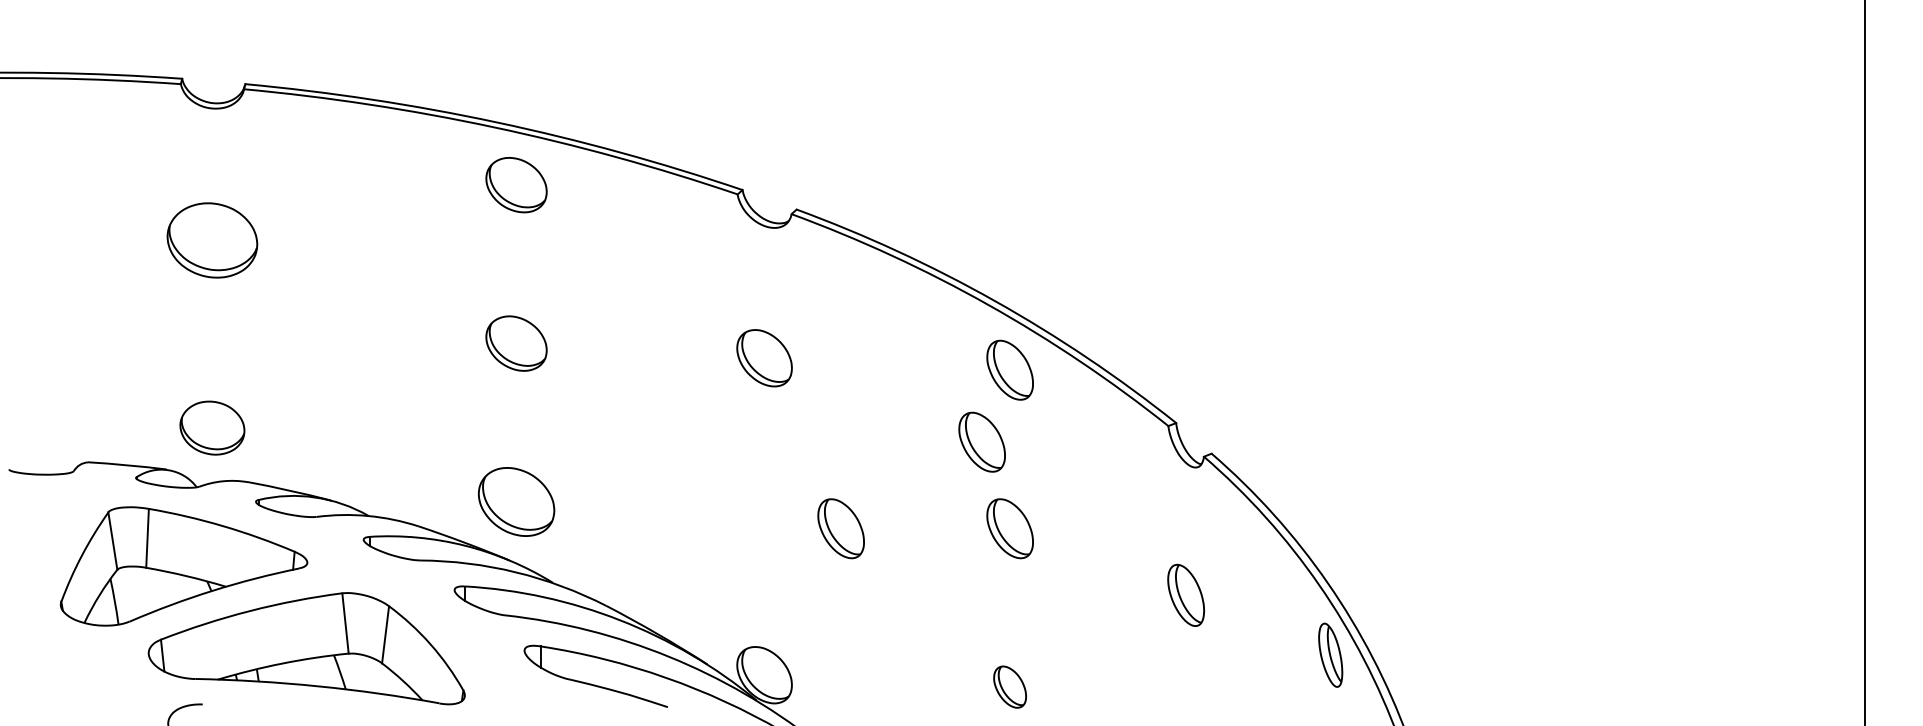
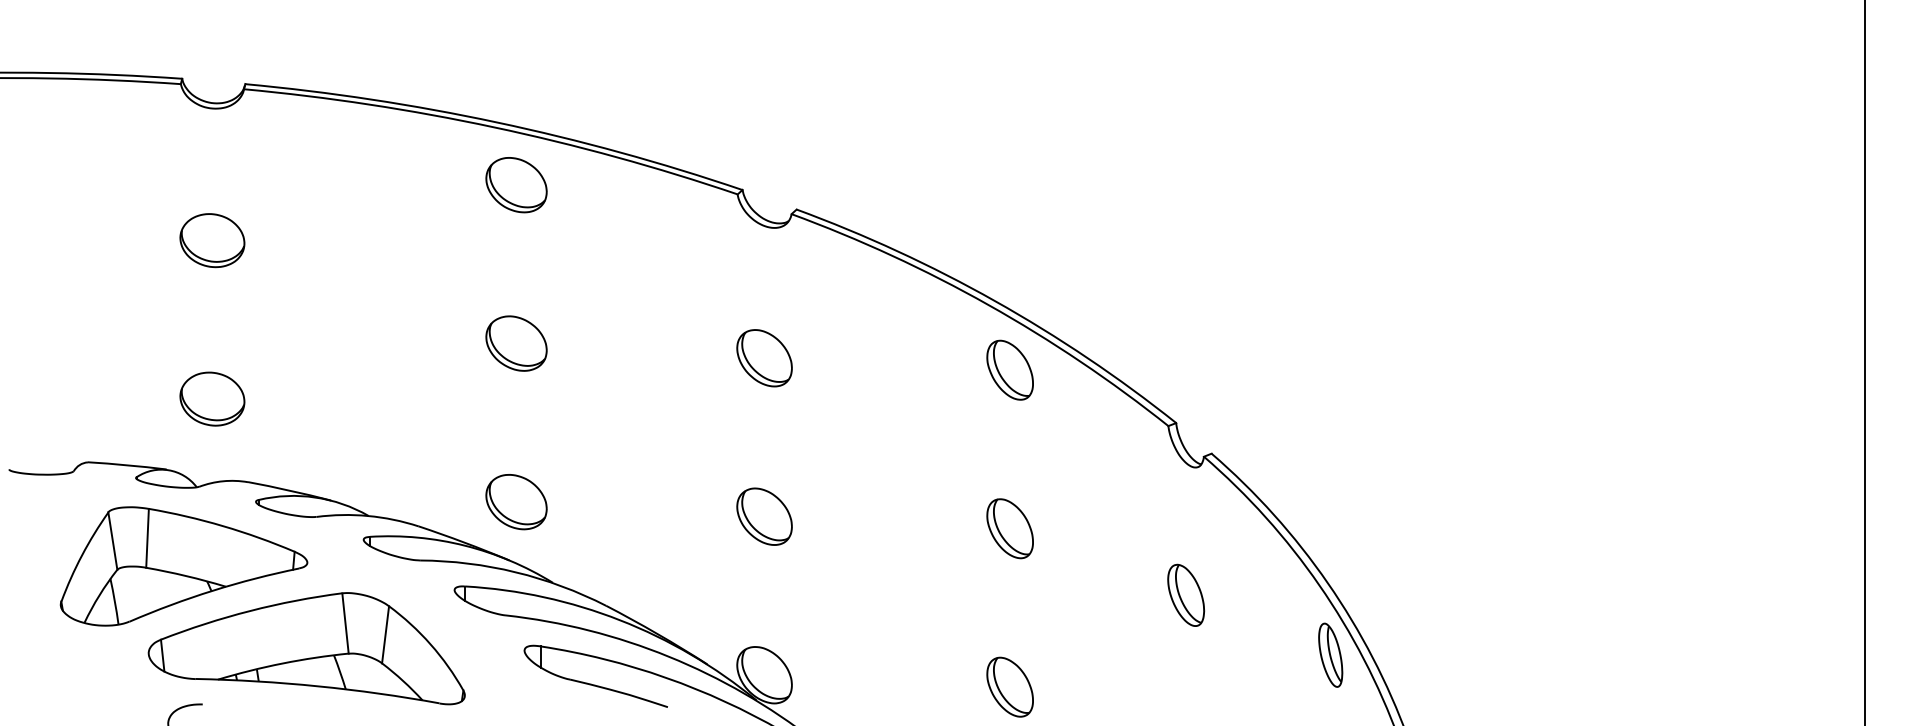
part at (212, 240) size: 93x77 px -> 67x56 px
part at (212, 427) position: (212, 427) -> (212, 398)
part at (981, 441): present -> none
part at (516, 501) size: 79x70 px -> 63x57 px
part at (764, 516): none -> present
part at (840, 528): present -> none
part at (1009, 686) size: 34x44 px -> 48x62 px
